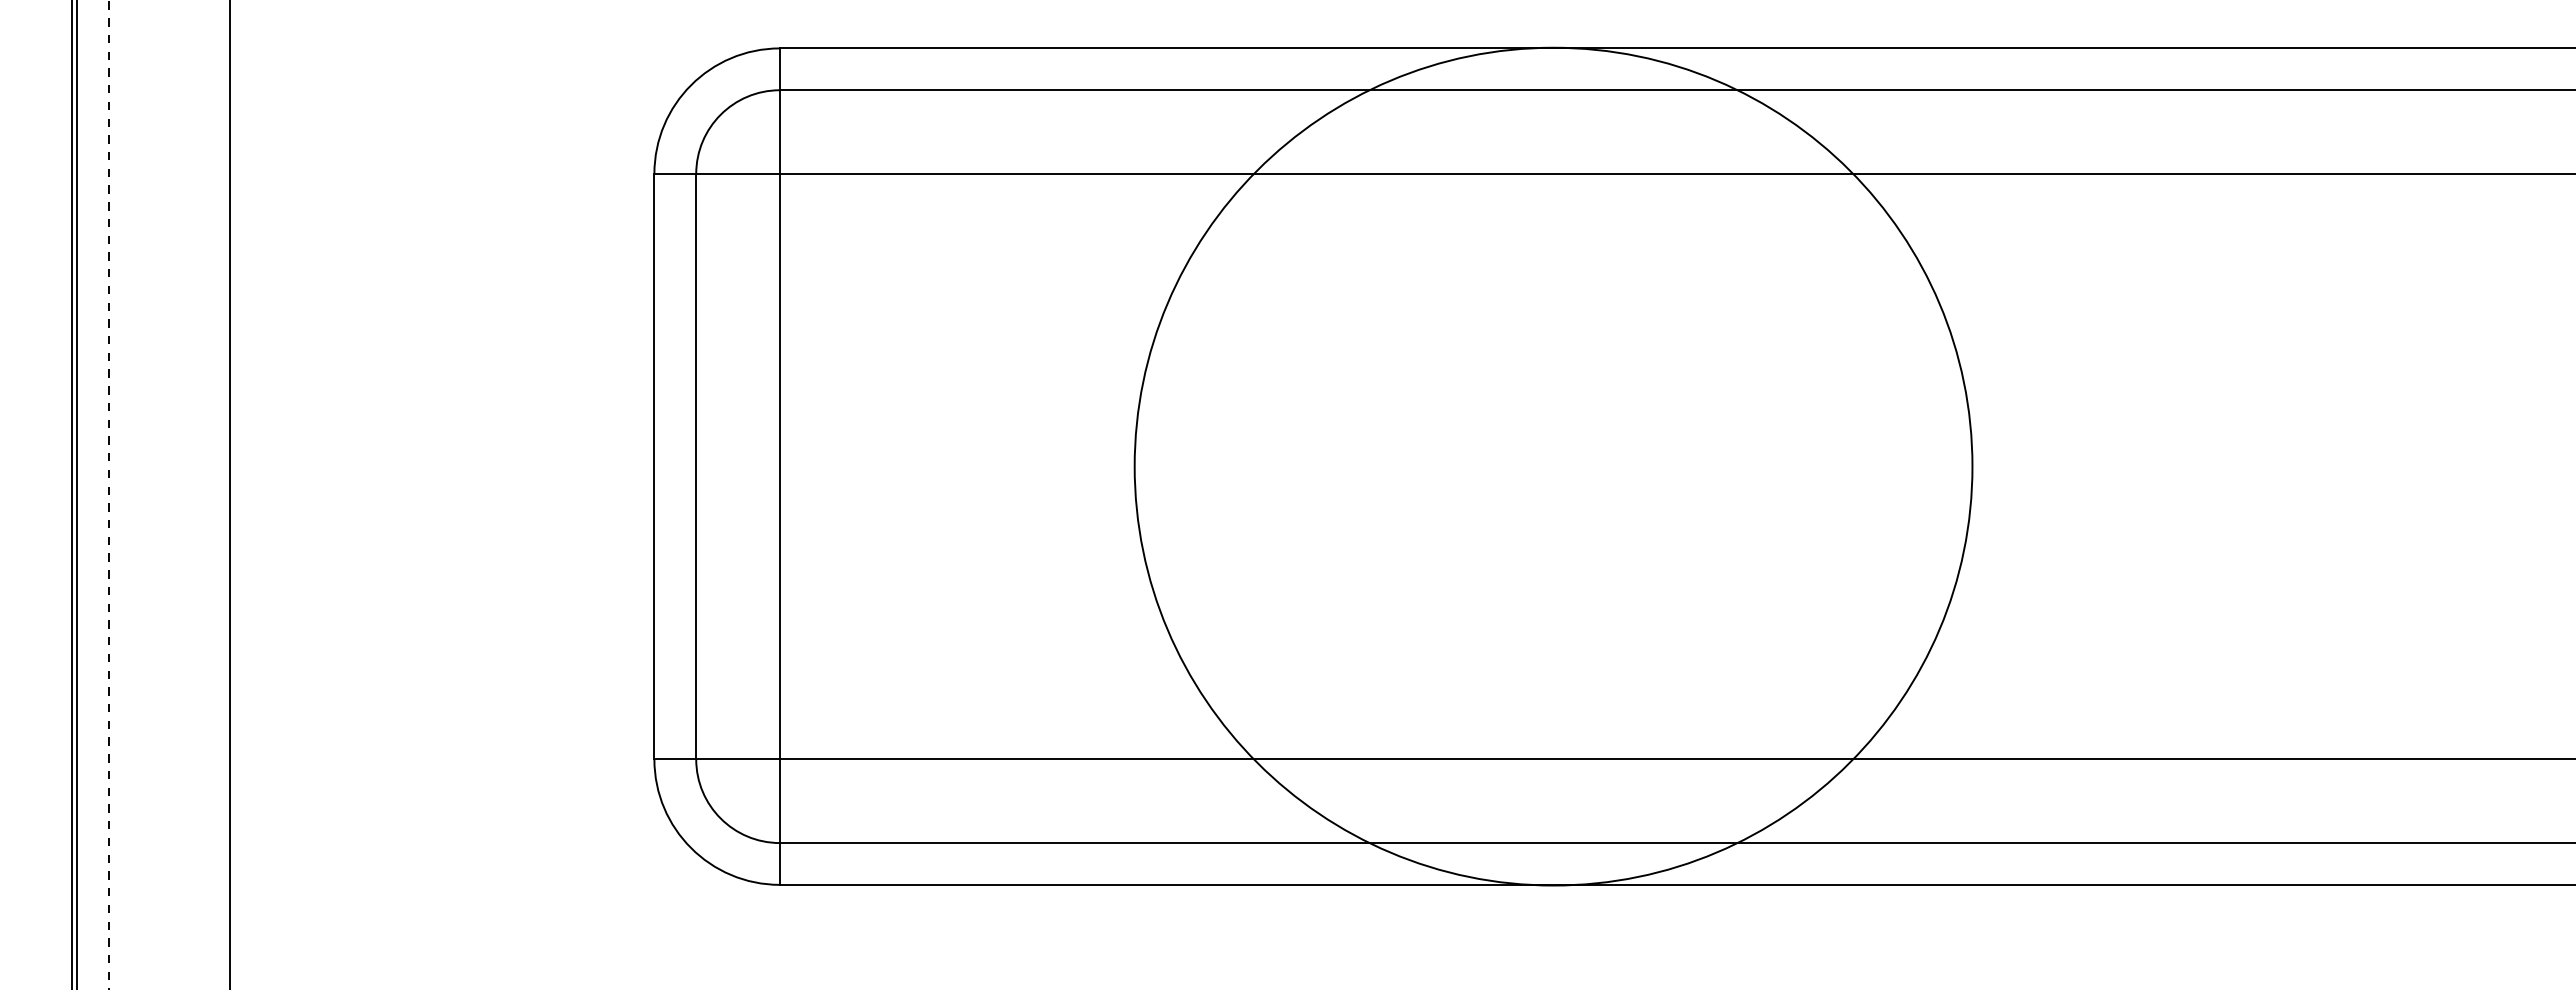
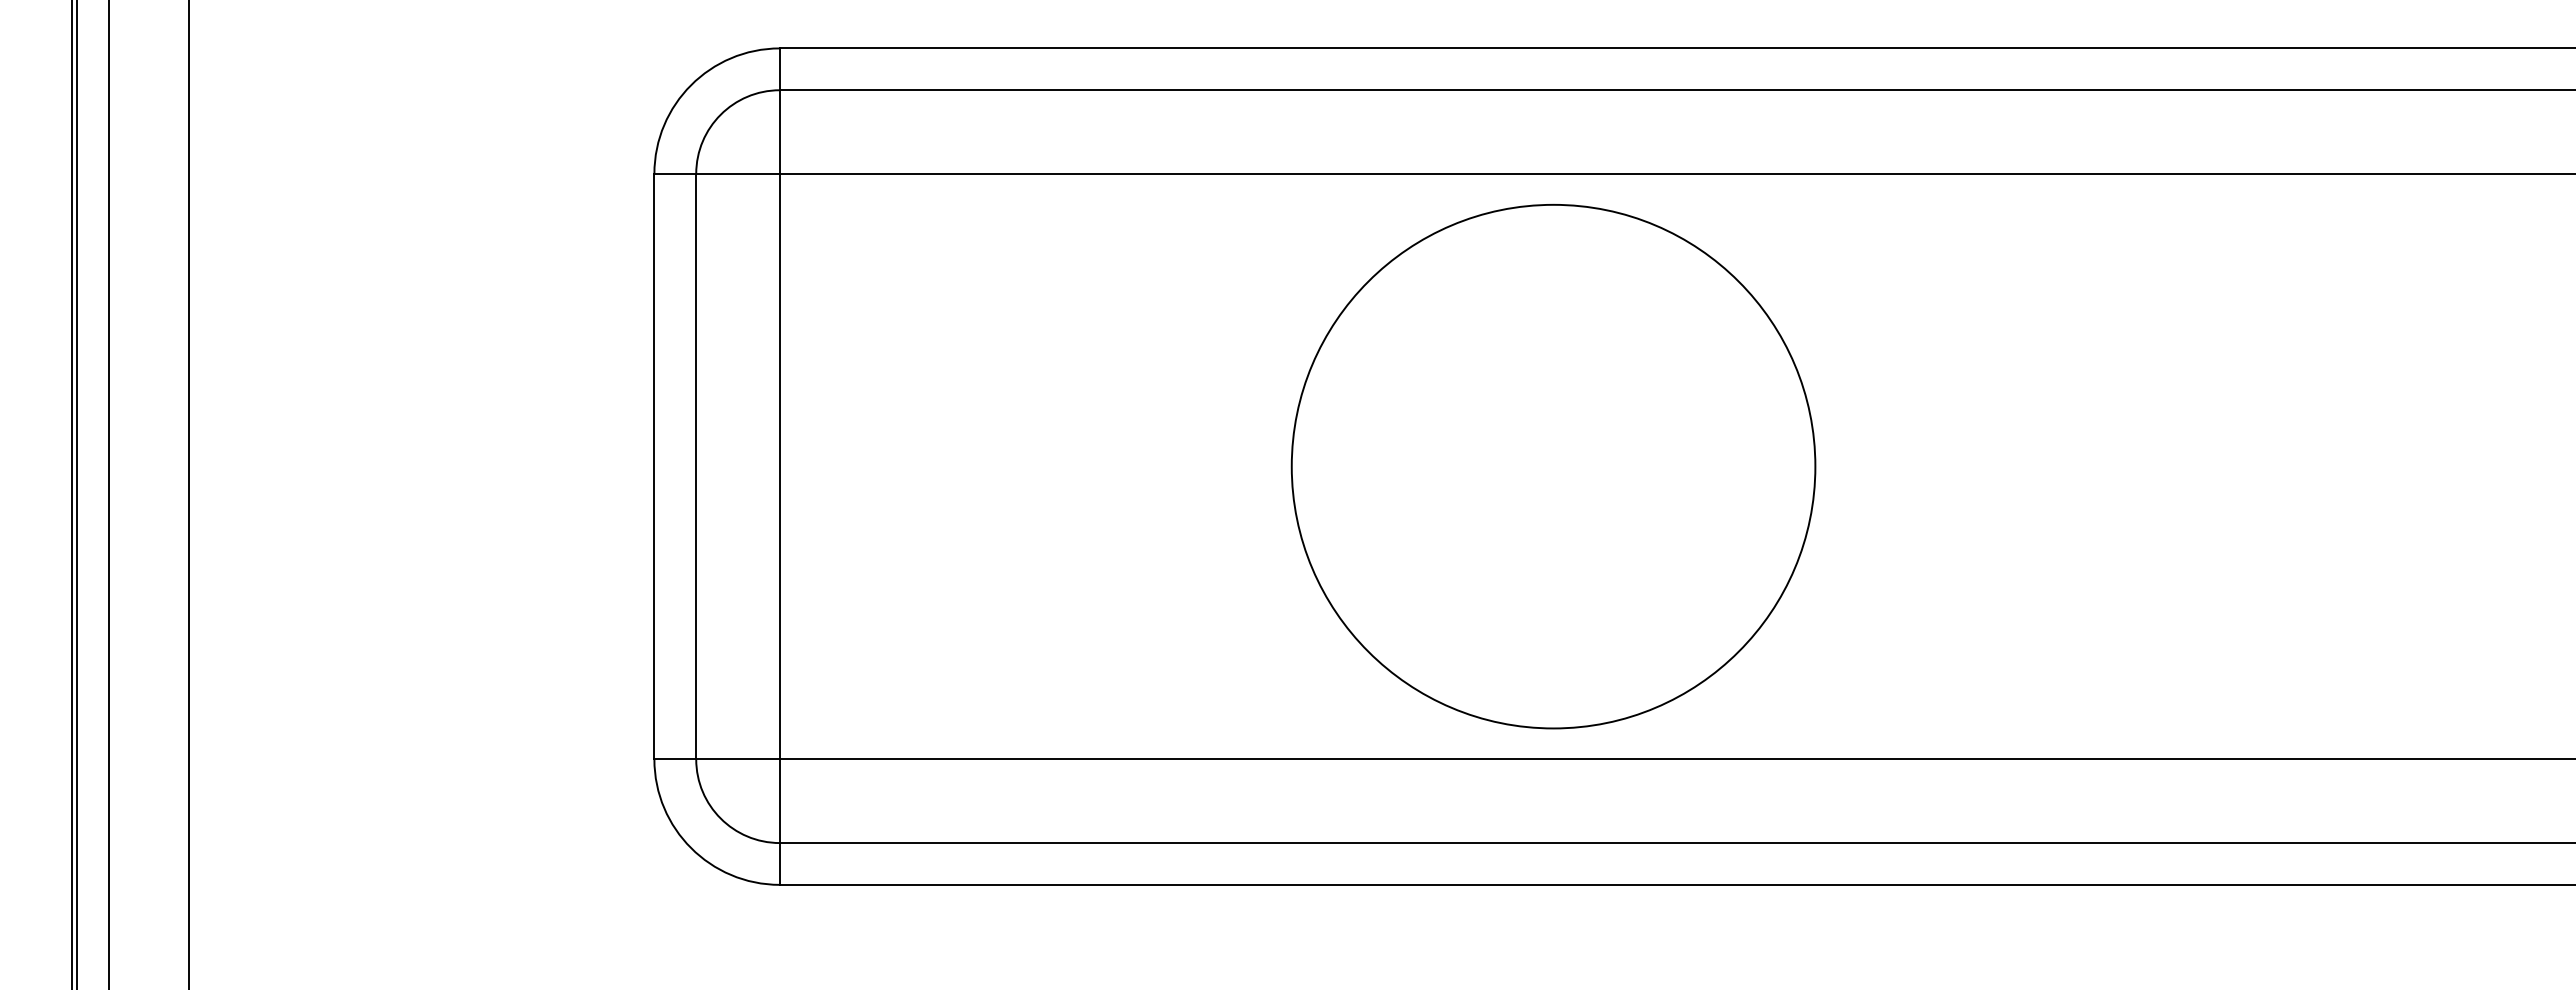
circle at (1553, 466) diameter: 838 px -> 524 px
line at (229, 494) position: (229, 494) -> (188, 494)
line at (109, 495): dashed -> solid
